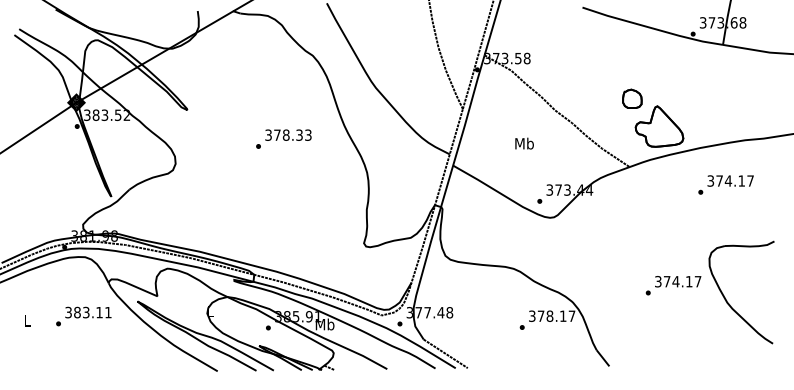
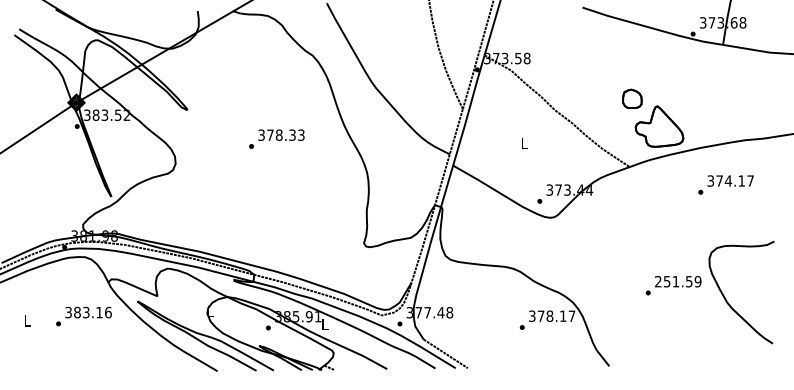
text at (283, 138) position: (283, 138) -> (276, 138)
text at (524, 143): Mb -> L
text at (678, 281): 374.17 -> 251.59
text at (108, 312): 383.11 -> 383.16
text at (324, 324): Mb -> L
